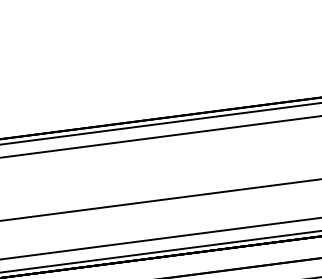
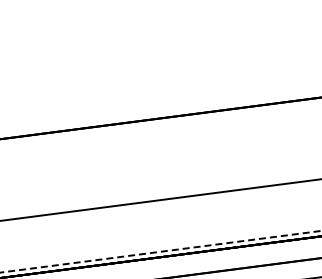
line at (160, 123): present -> none
line at (160, 136): present -> none
line at (160, 238): present -> none
line at (160, 251): solid -> dashed
